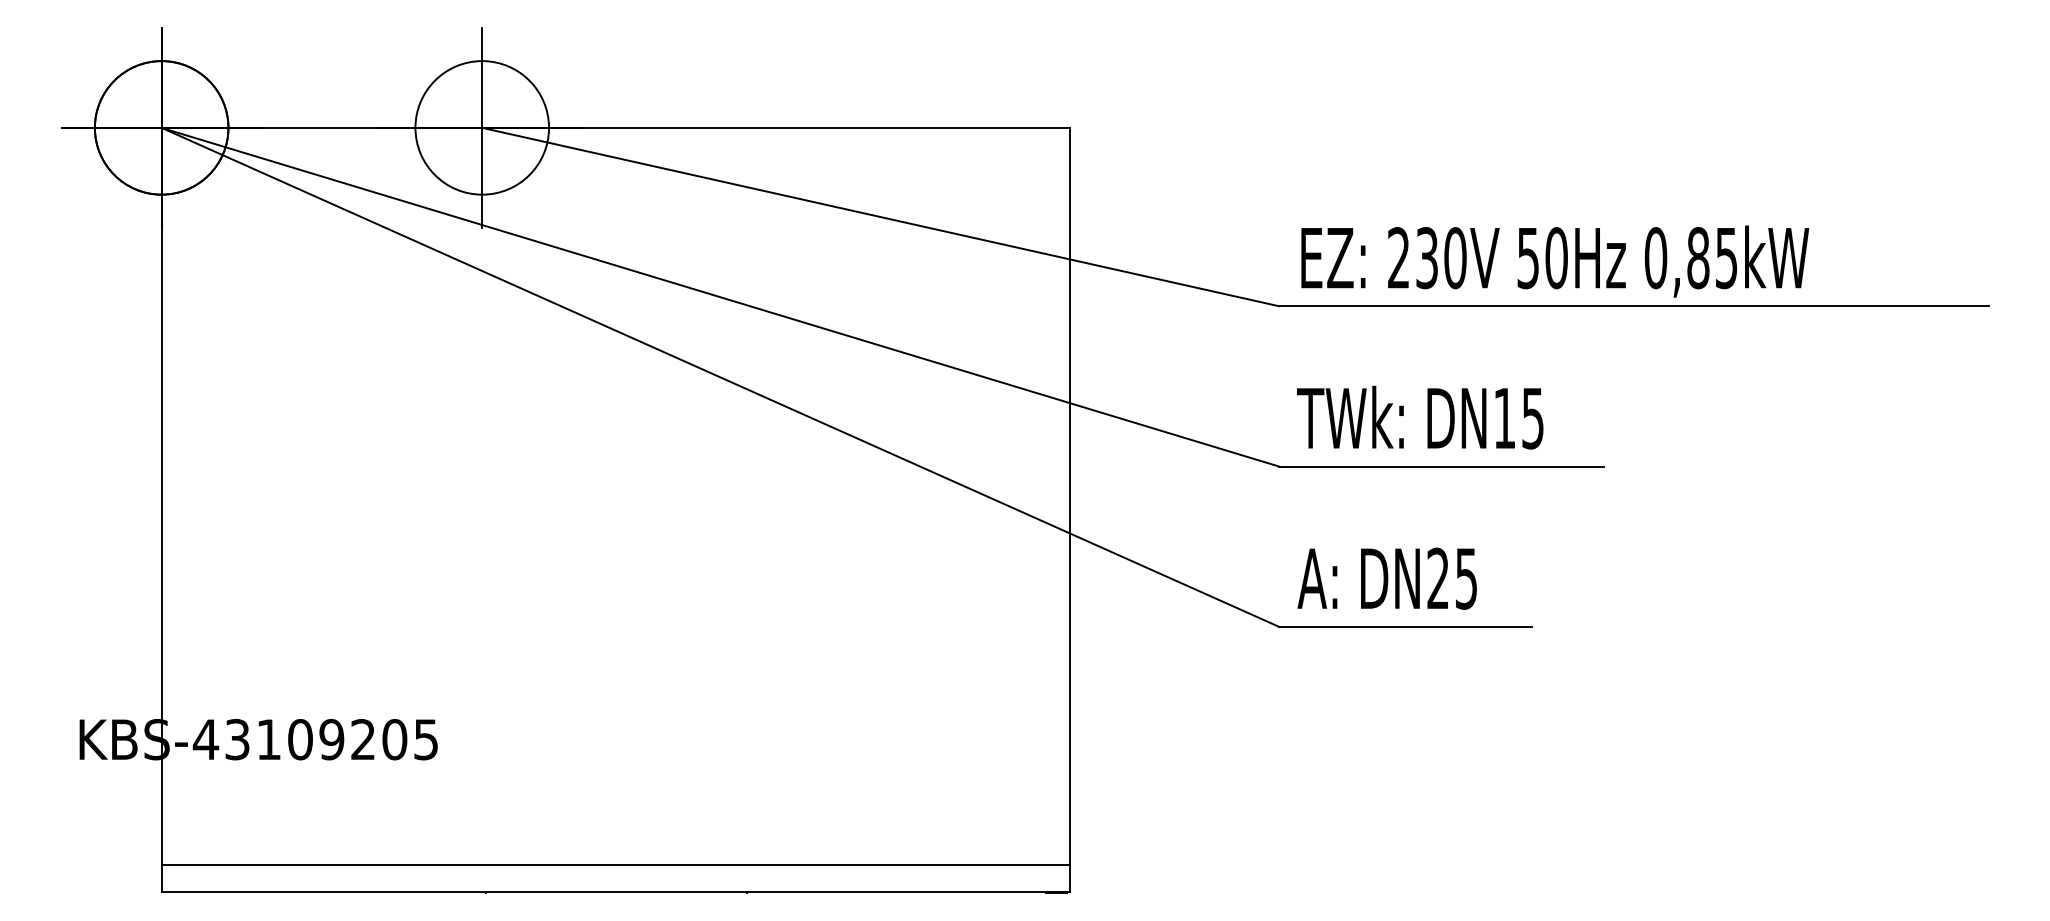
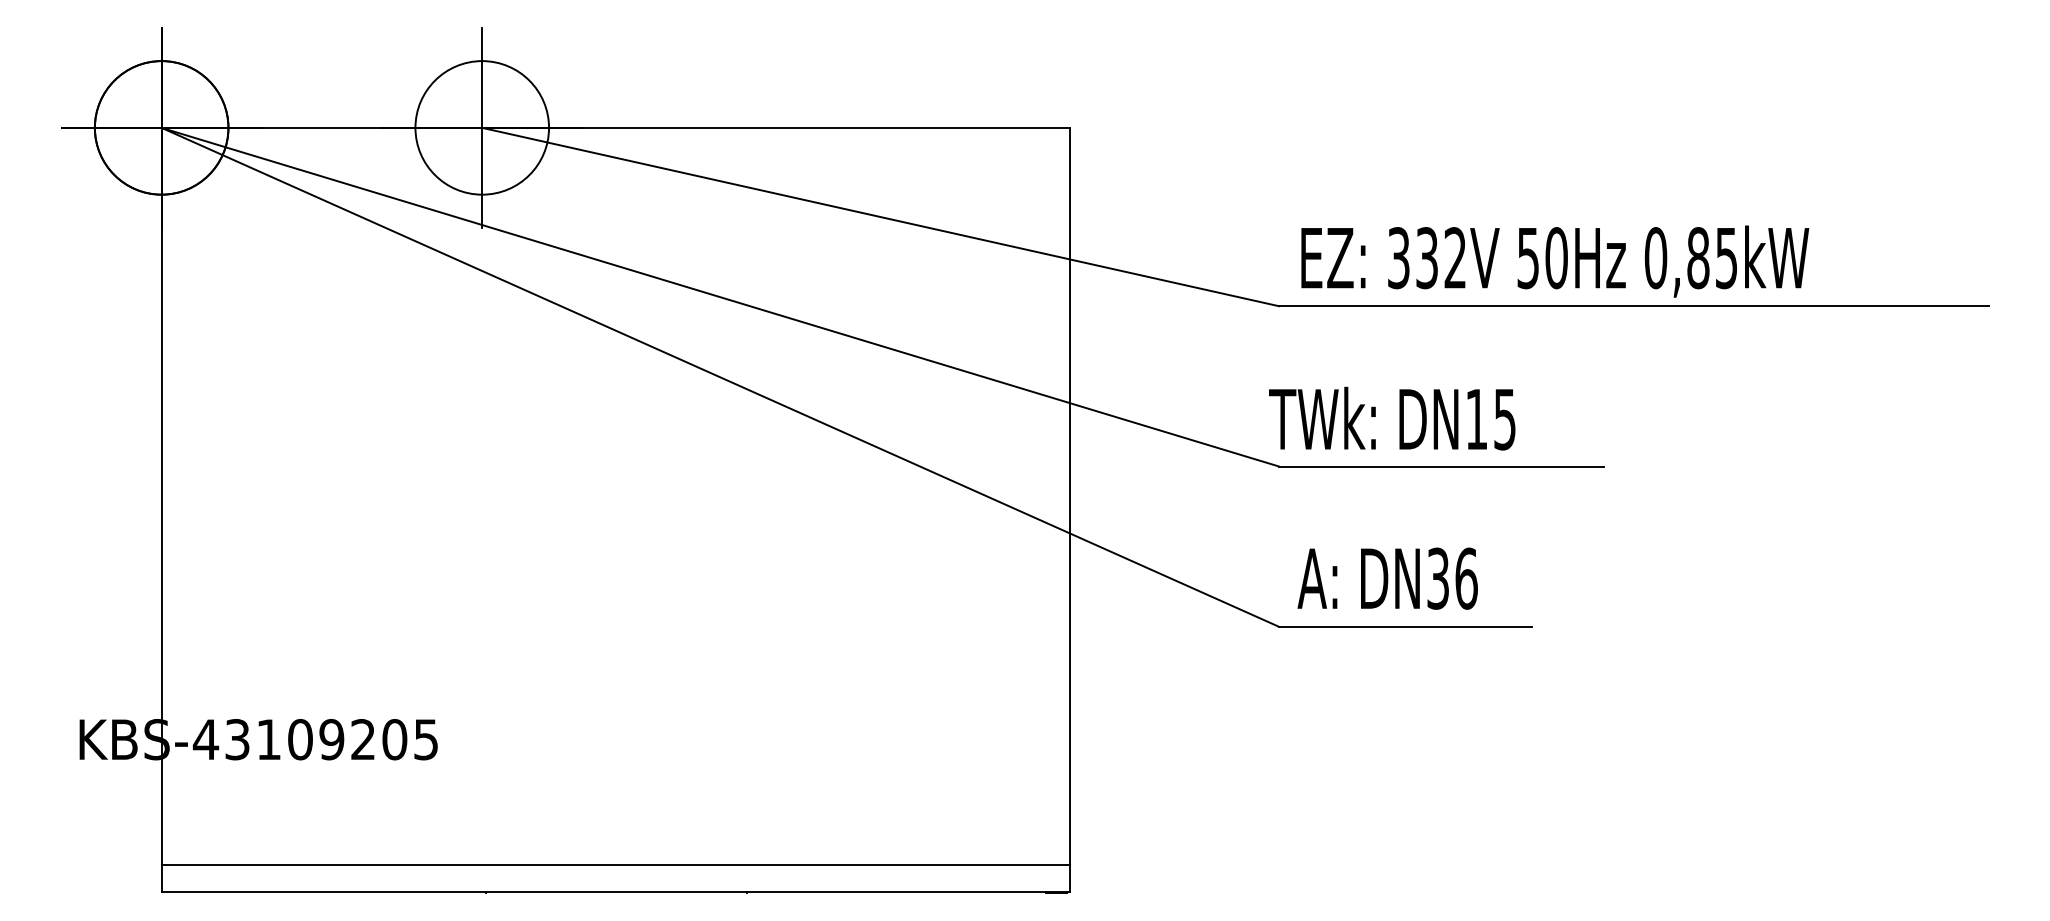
text at (1427, 258): 230V -> 332V
text at (1420, 417) position: (1420, 417) -> (1392, 418)
text at (1452, 578): DN25 -> DN36
